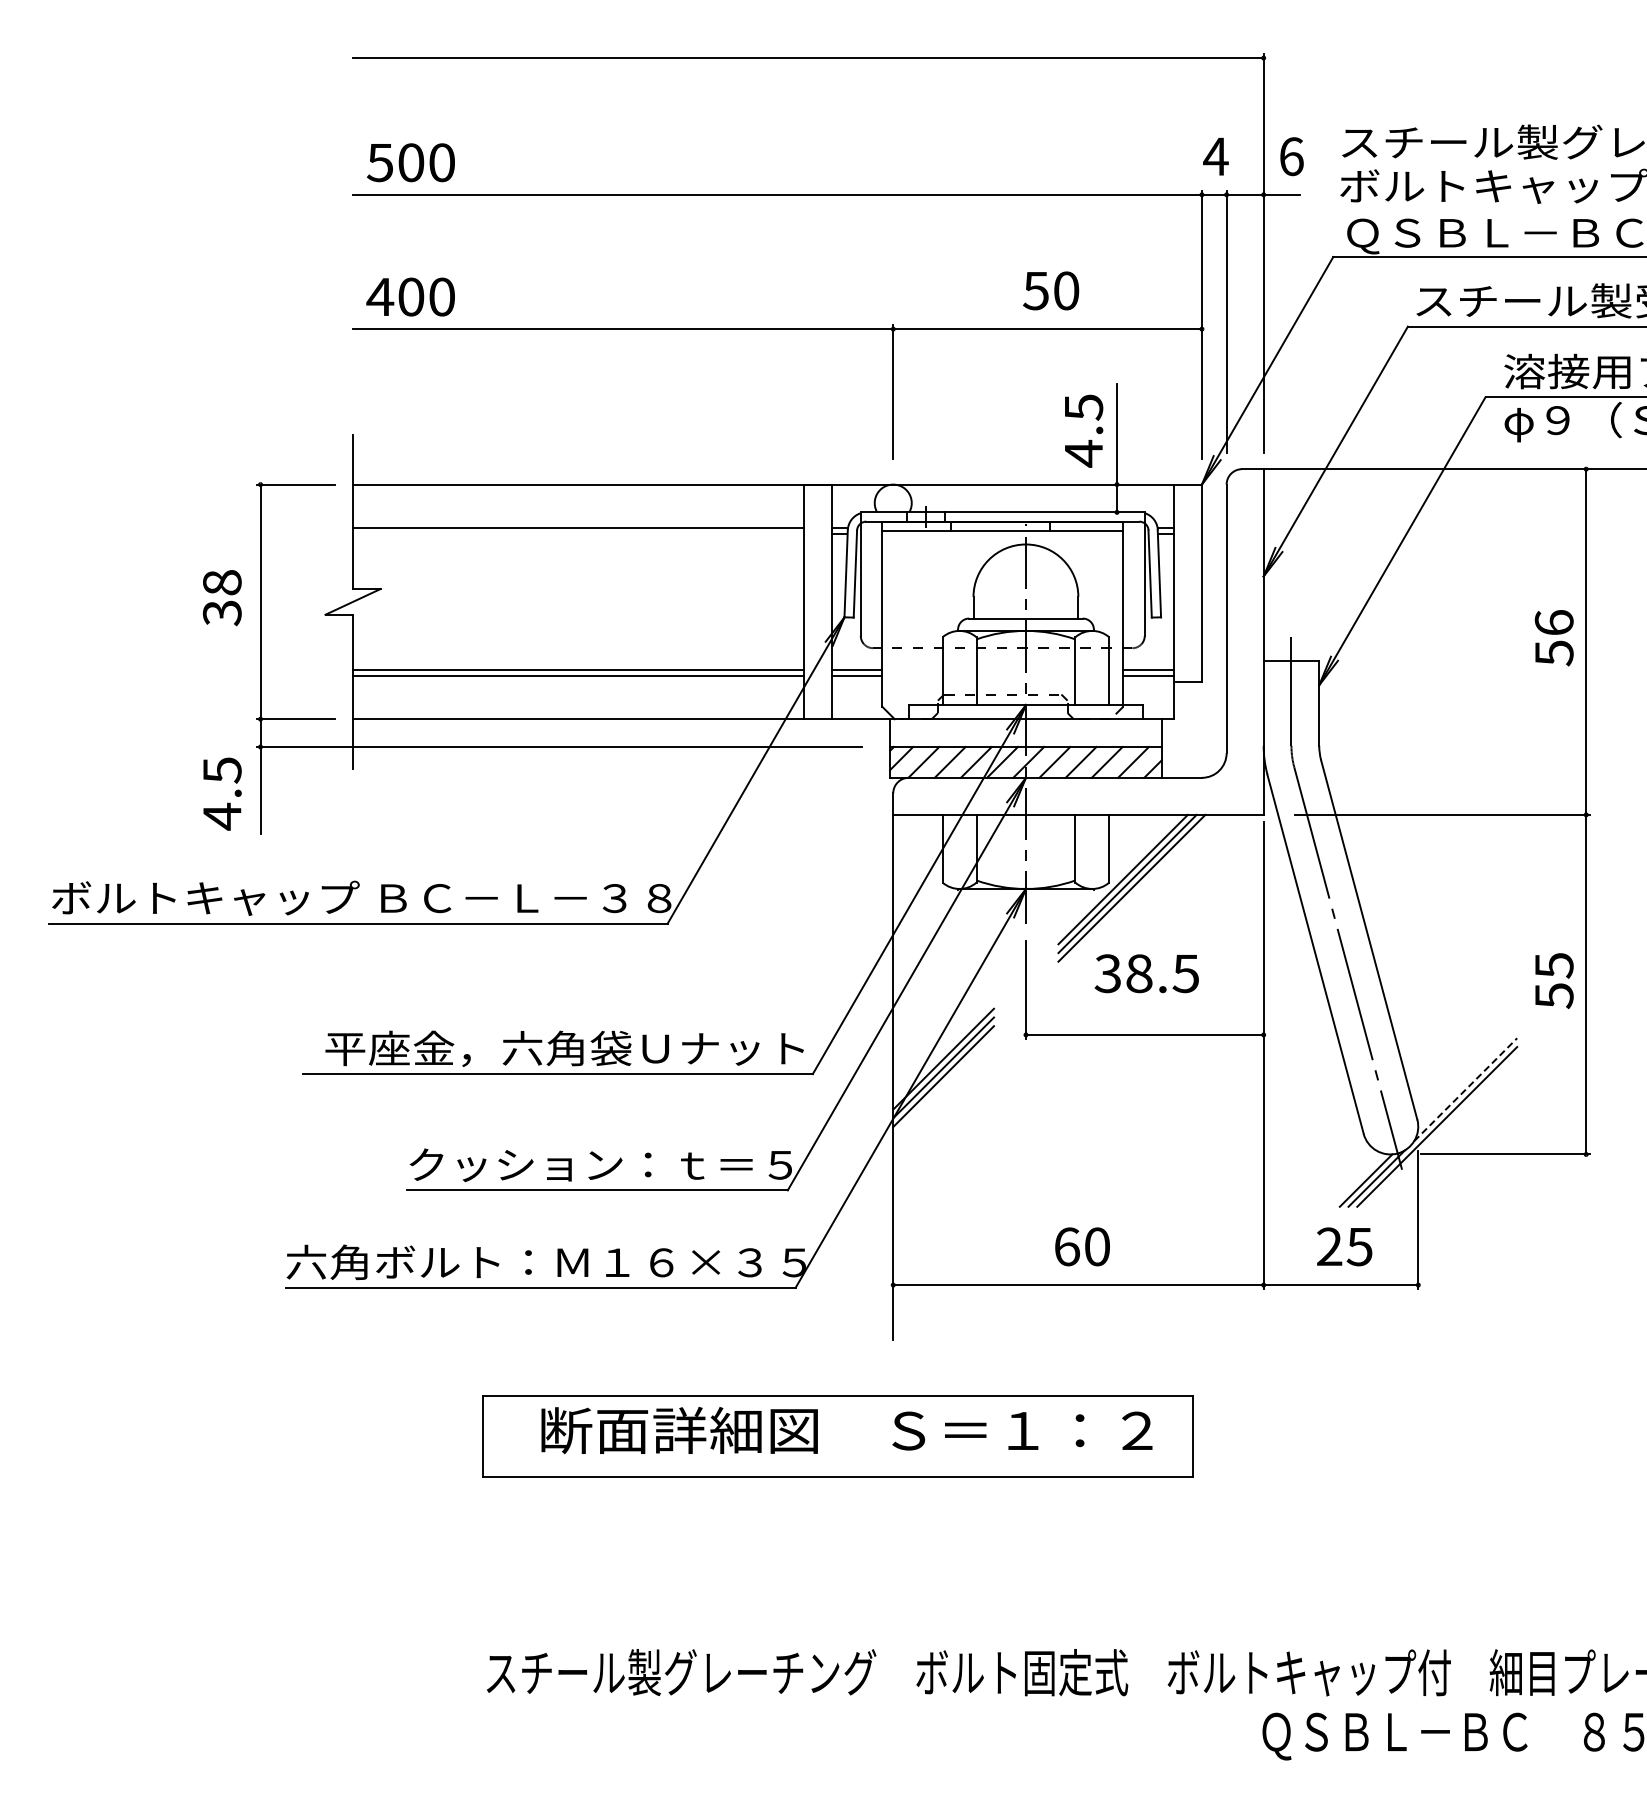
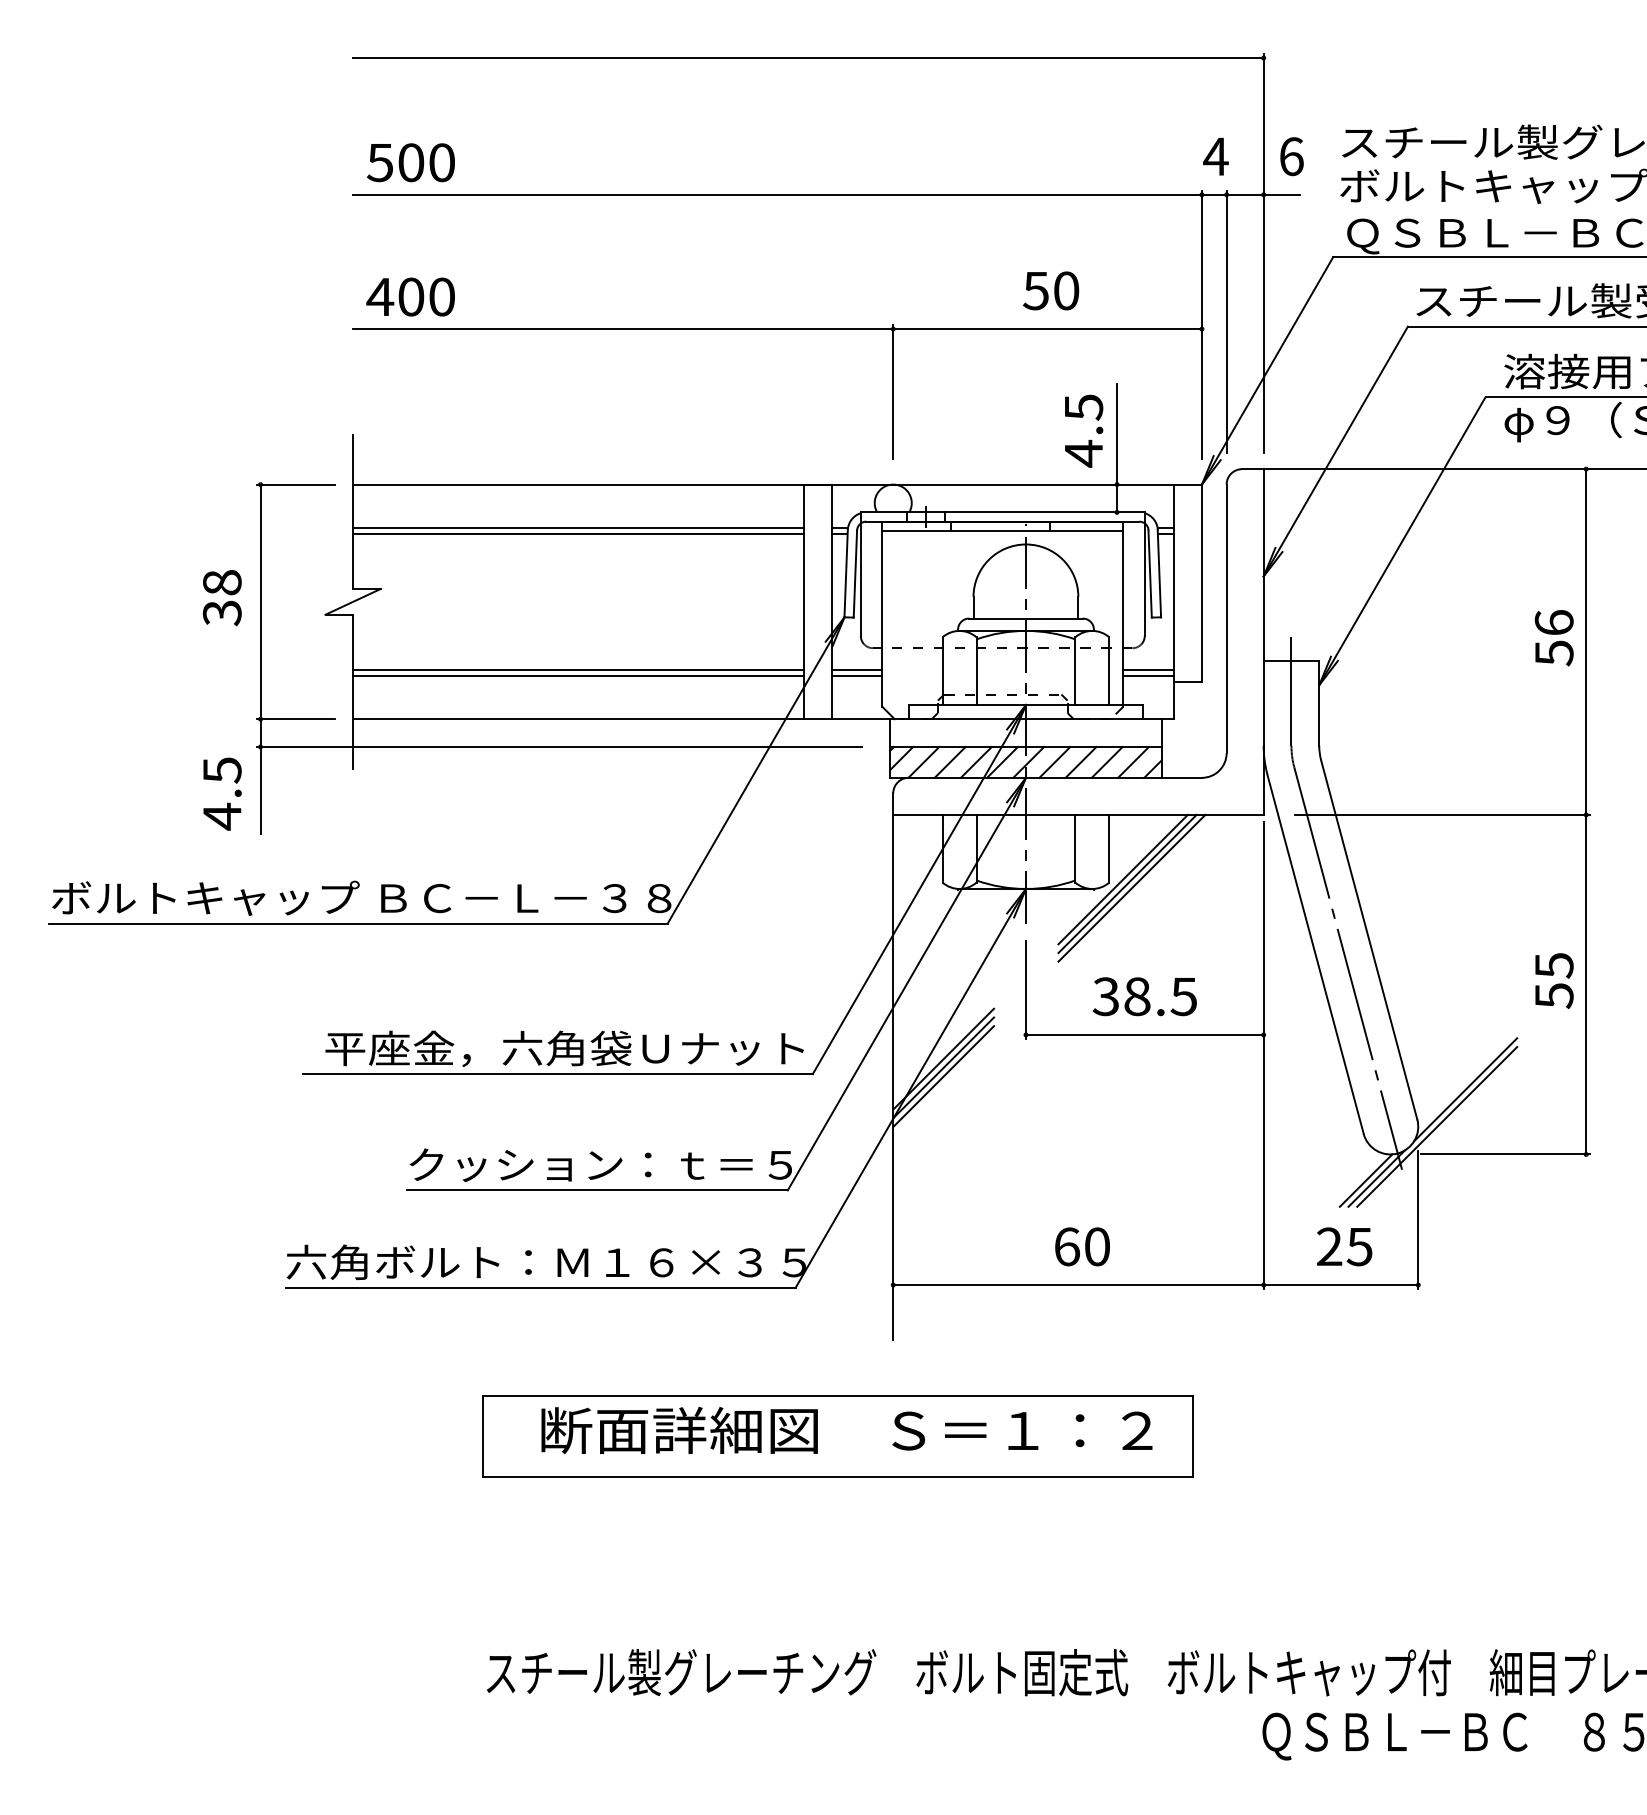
line at (577, 533): none -> present
text at (1146, 973) position: (1146, 973) -> (1144, 996)
line at (1465, 1089): dashed -> solid
